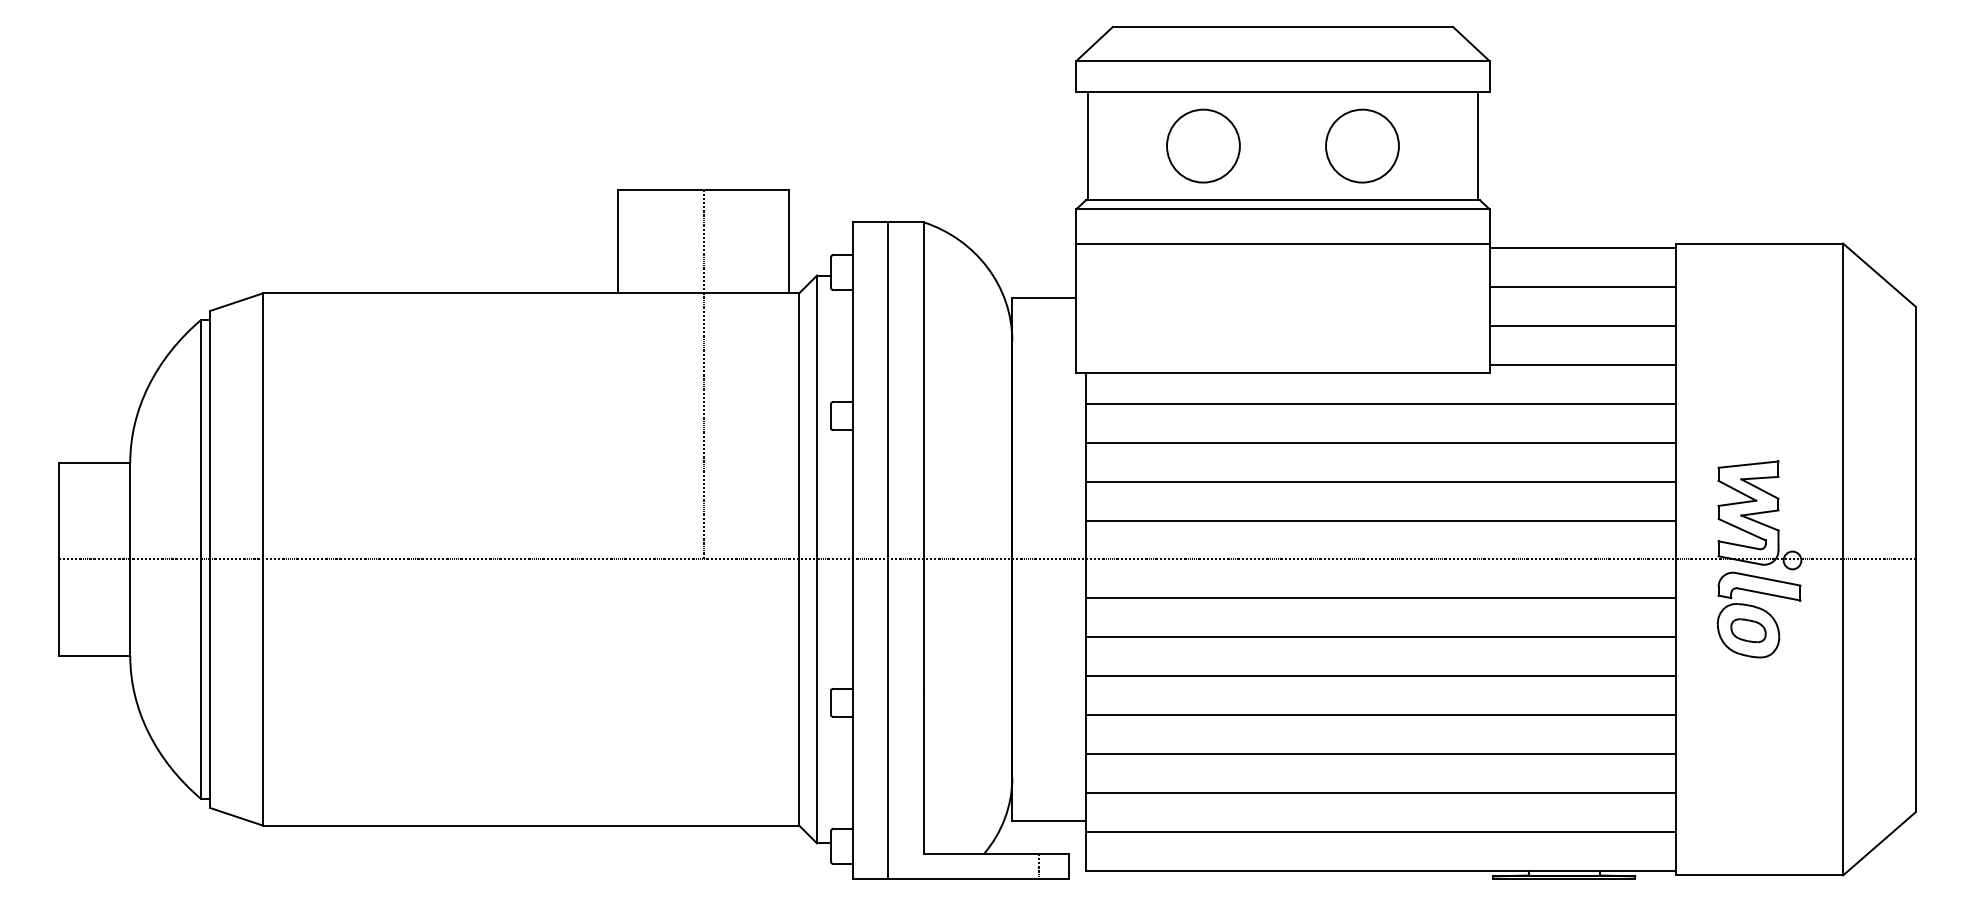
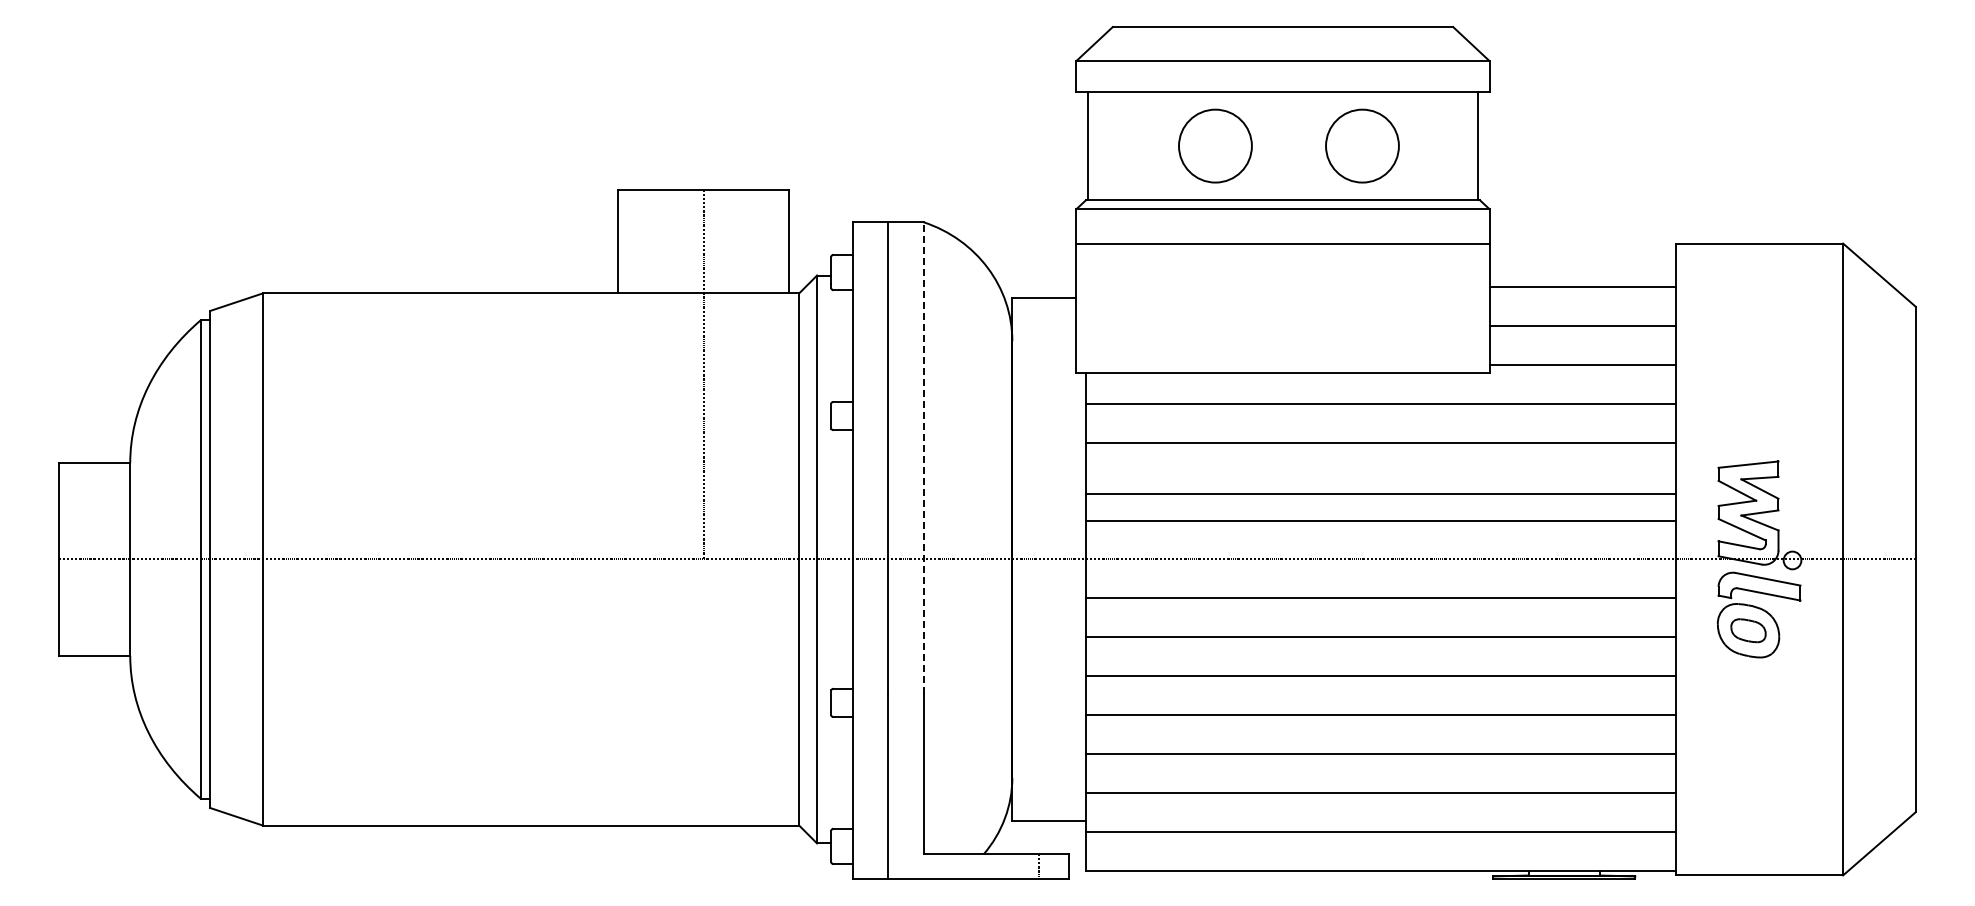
circle at (1203, 145) position: (1203, 145) -> (1215, 145)
line at (1582, 247): present -> none
line at (923, 457): solid -> dashed
line at (1380, 481) position: (1380, 481) -> (1380, 493)
